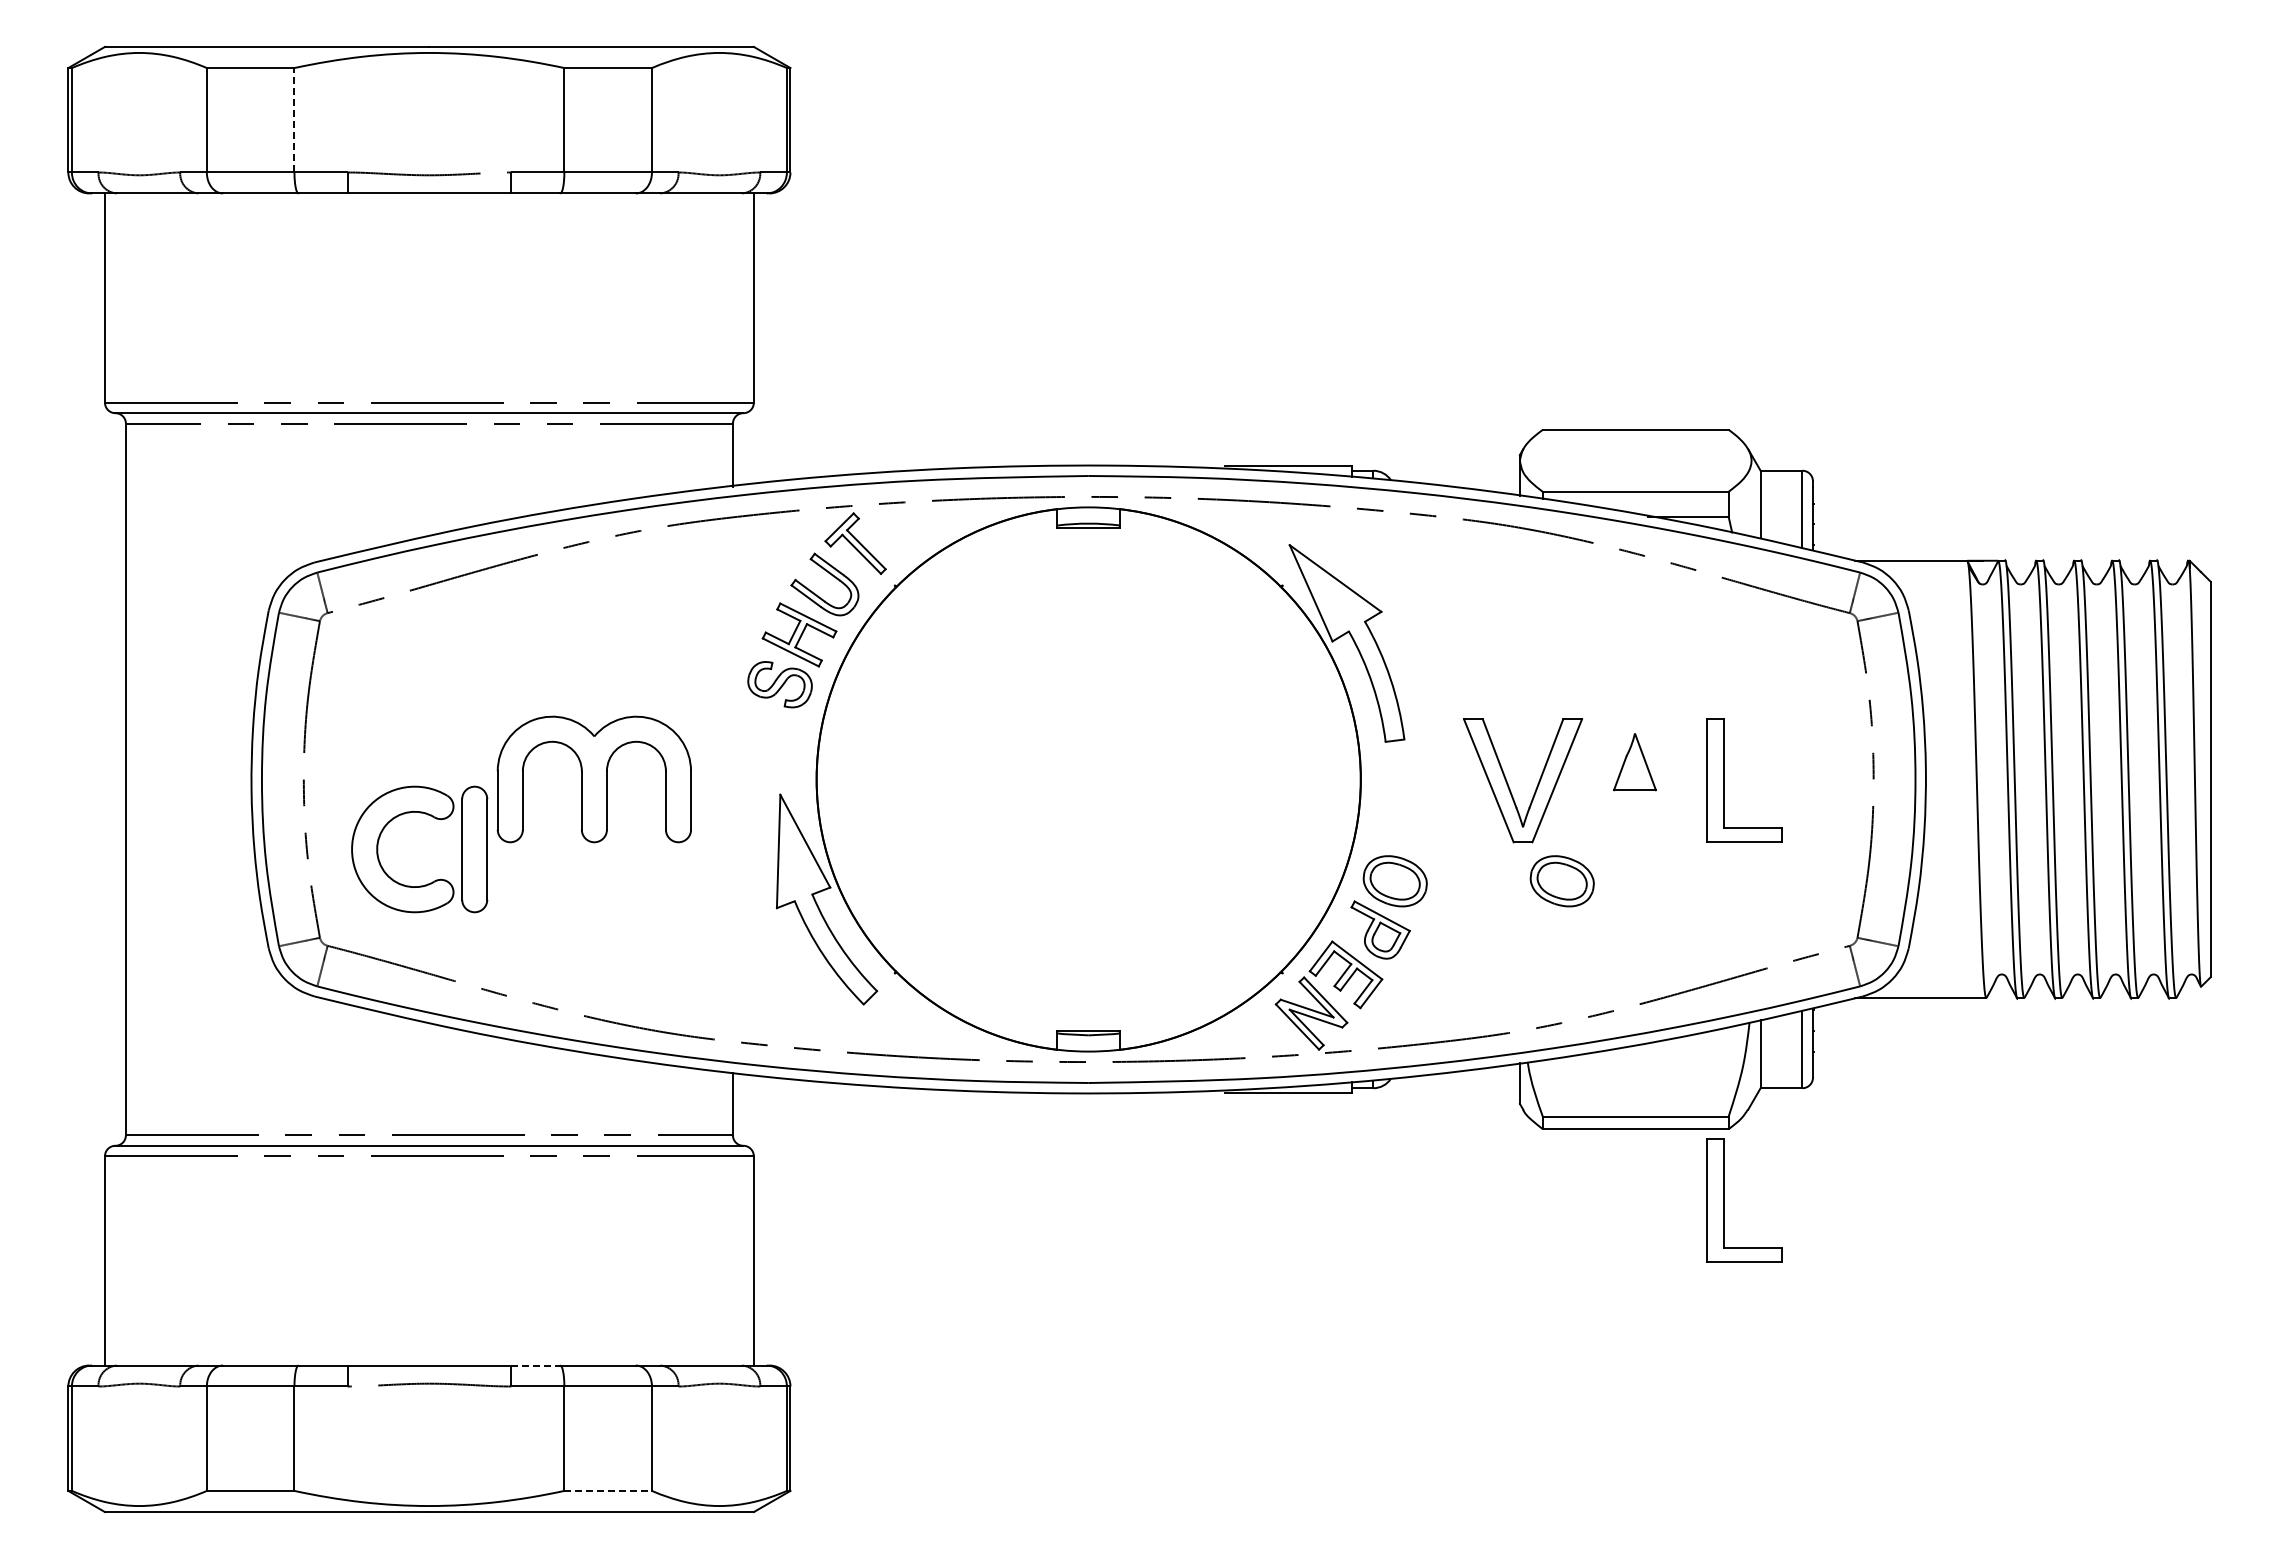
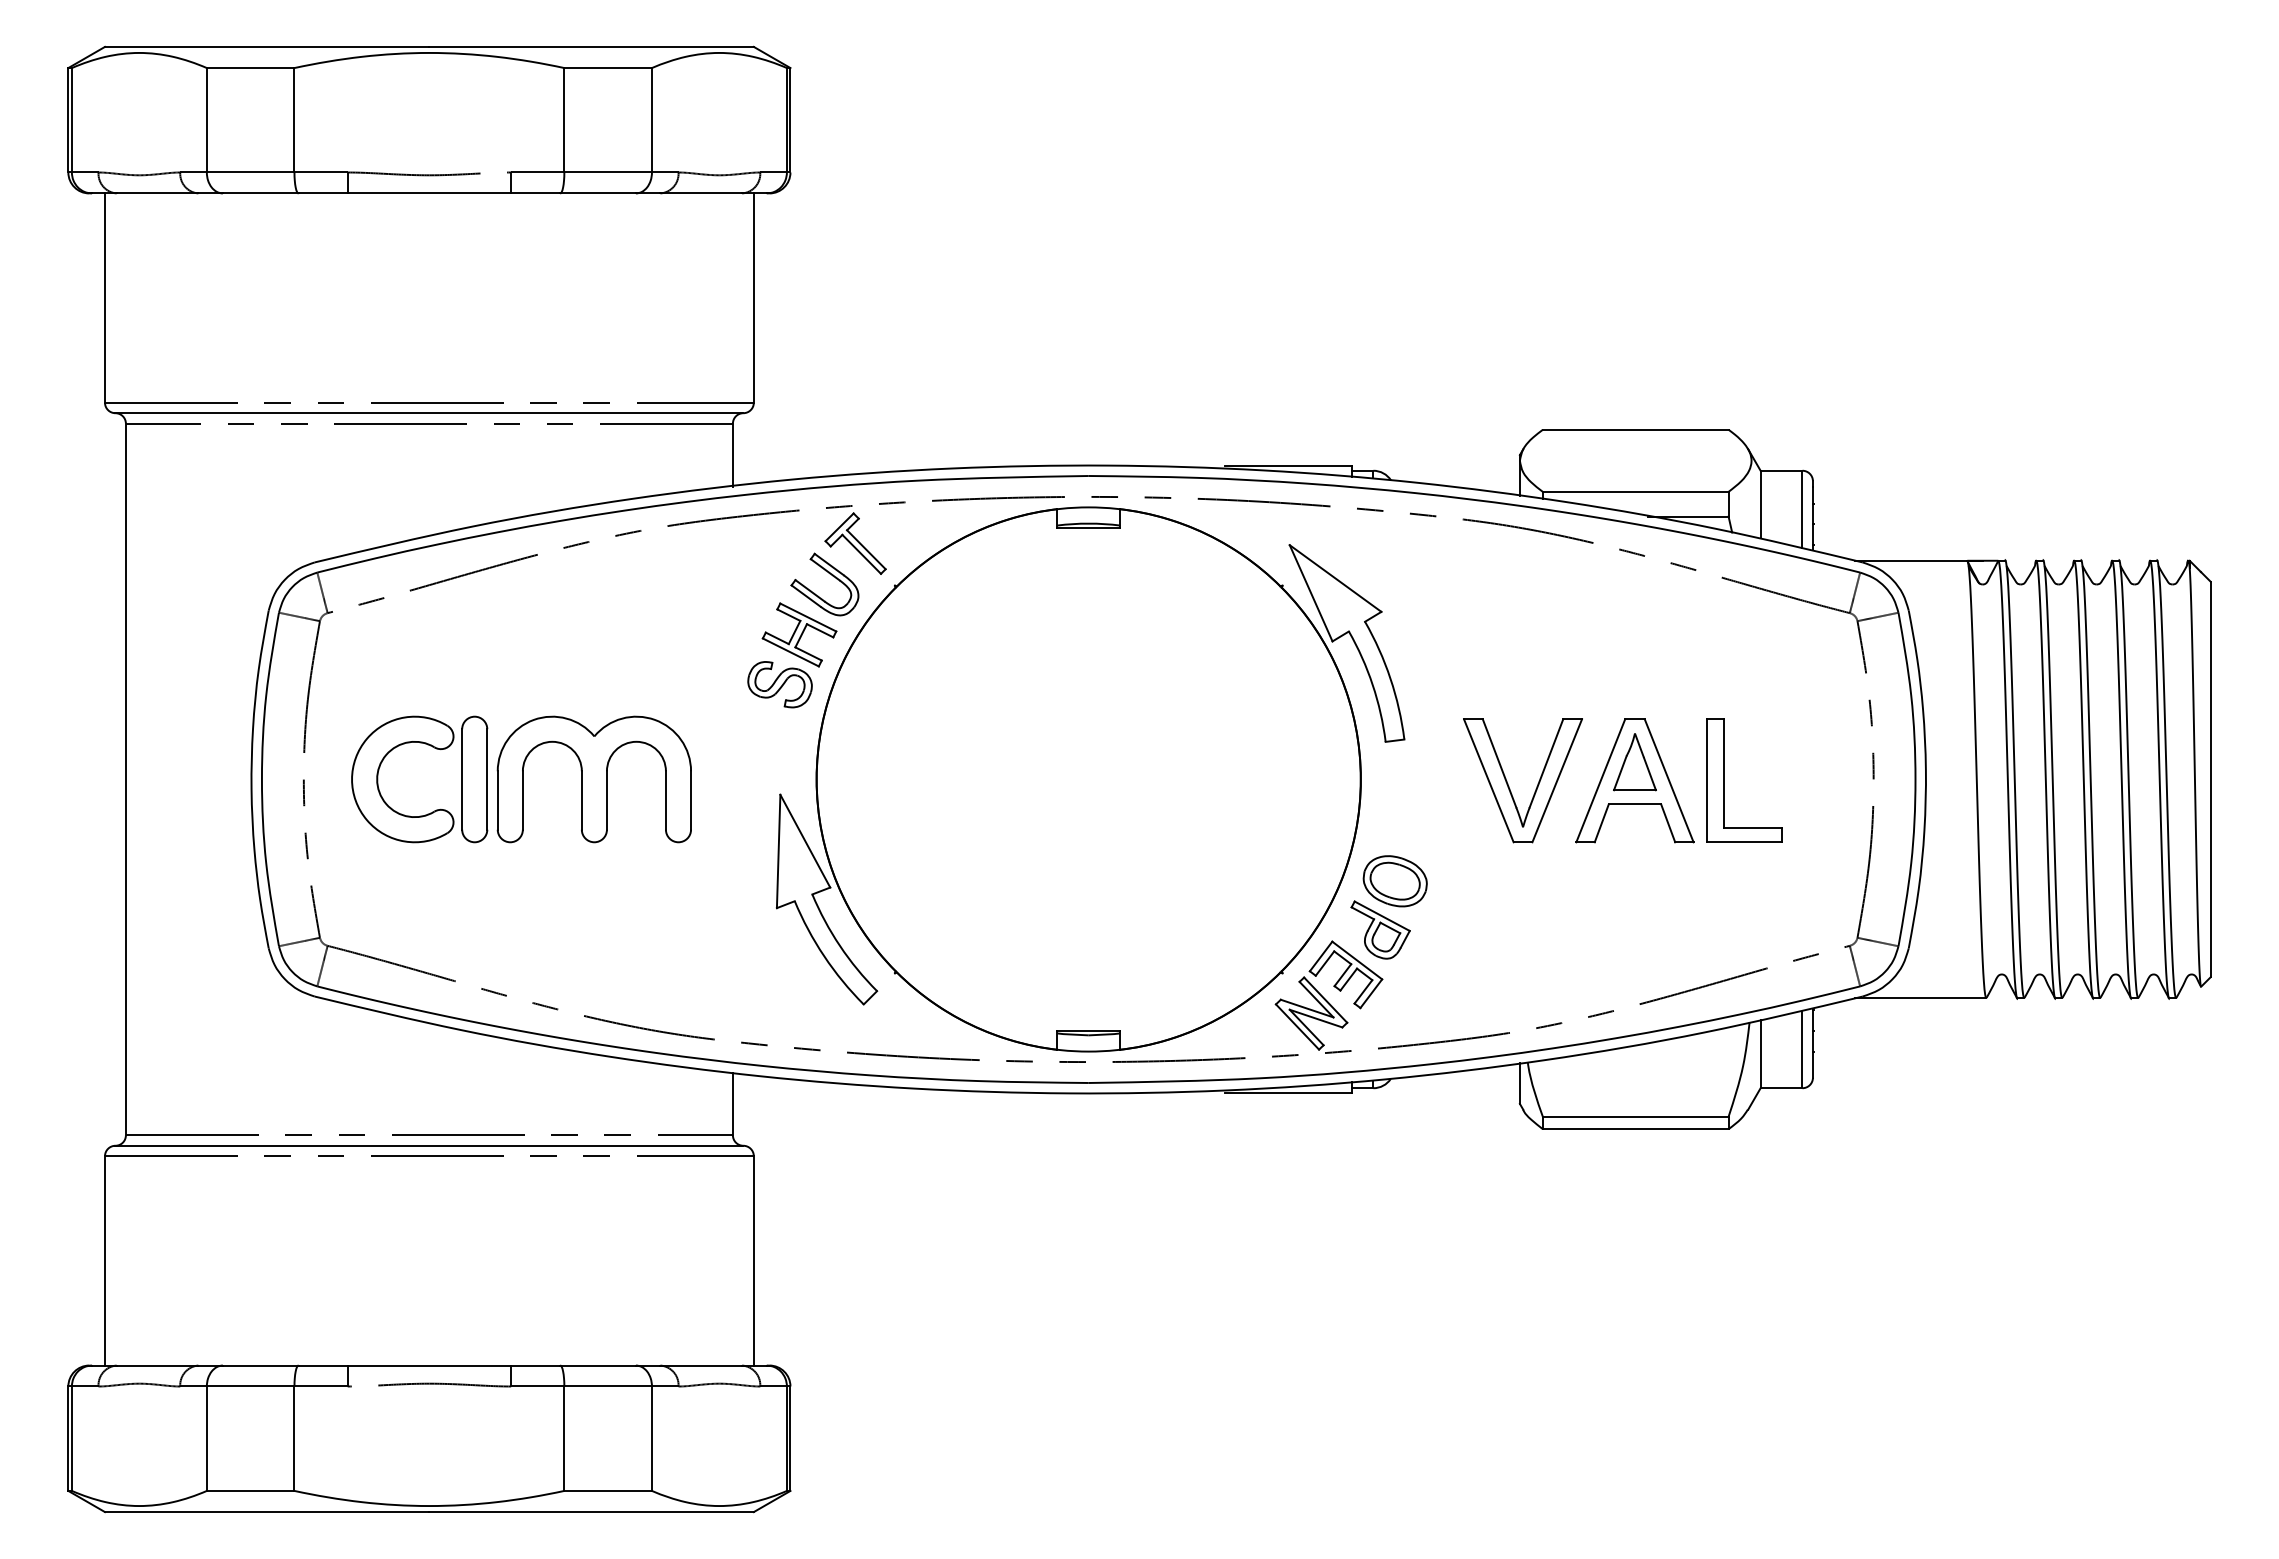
line at (294, 119): dashed -> solid
part at (1634, 780): none -> present
part at (434, 818) position: (434, 818) -> (434, 748)
part at (1561, 881): present -> none
part at (1724, 1200): present -> none
line at (535, 1365): dashed -> solid
line at (608, 1490): dashed -> solid
